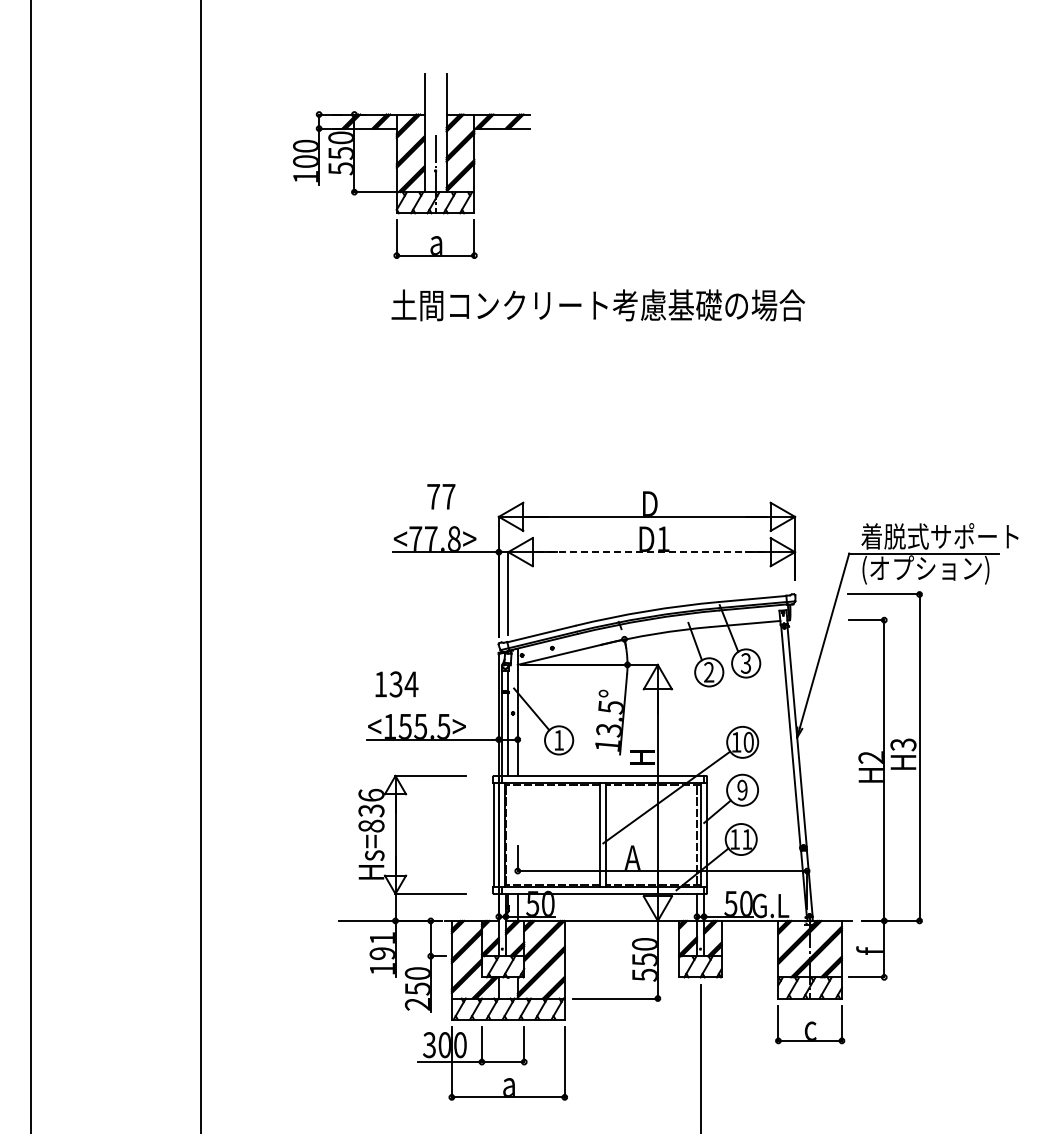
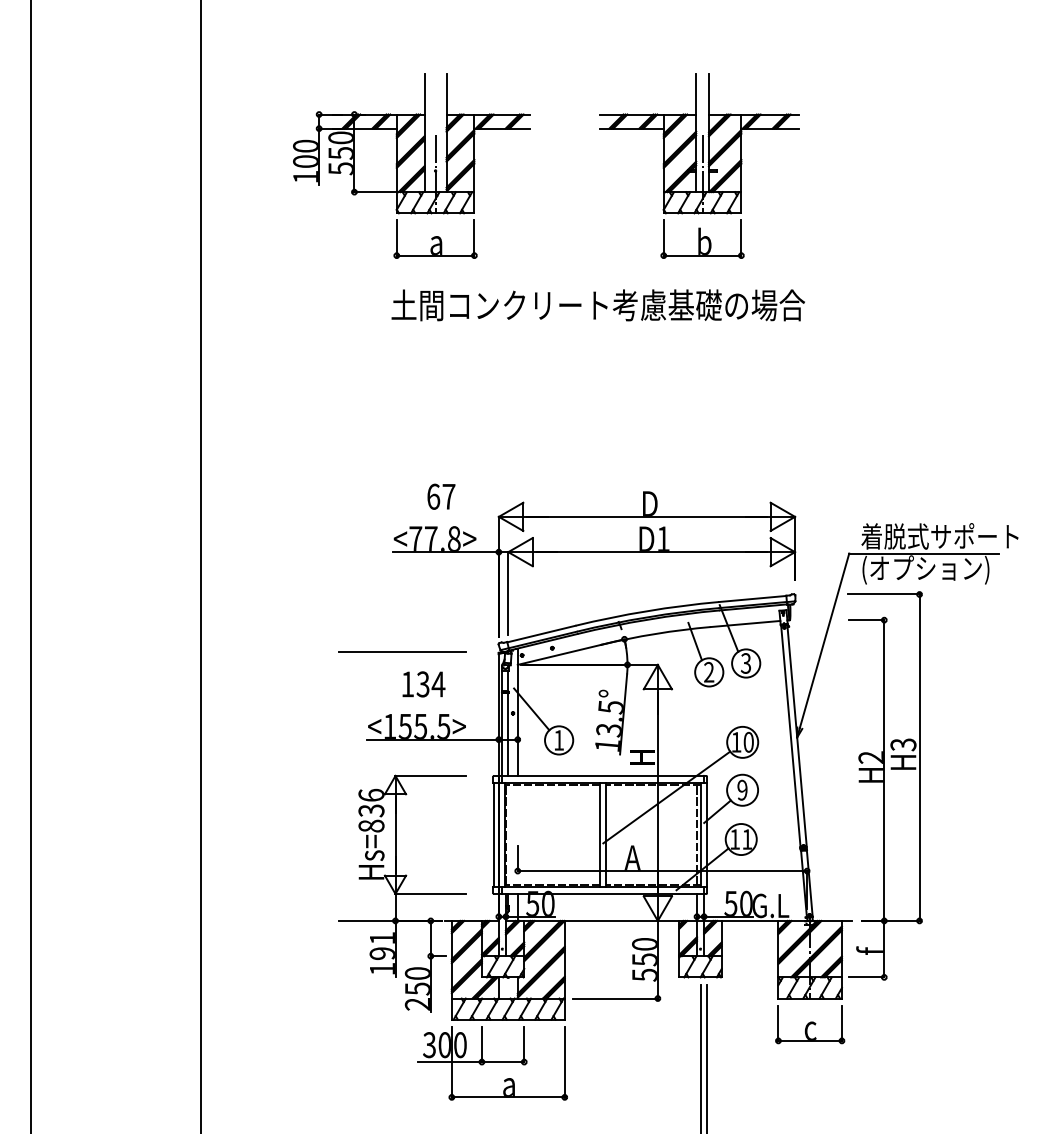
part at (699, 165): none -> present
text at (433, 496): 77 -> 67
line at (652, 552): dashed -> solid
line at (402, 651): none -> present
text at (396, 684) position: (396, 684) -> (423, 684)
line at (706, 1057): none -> present
